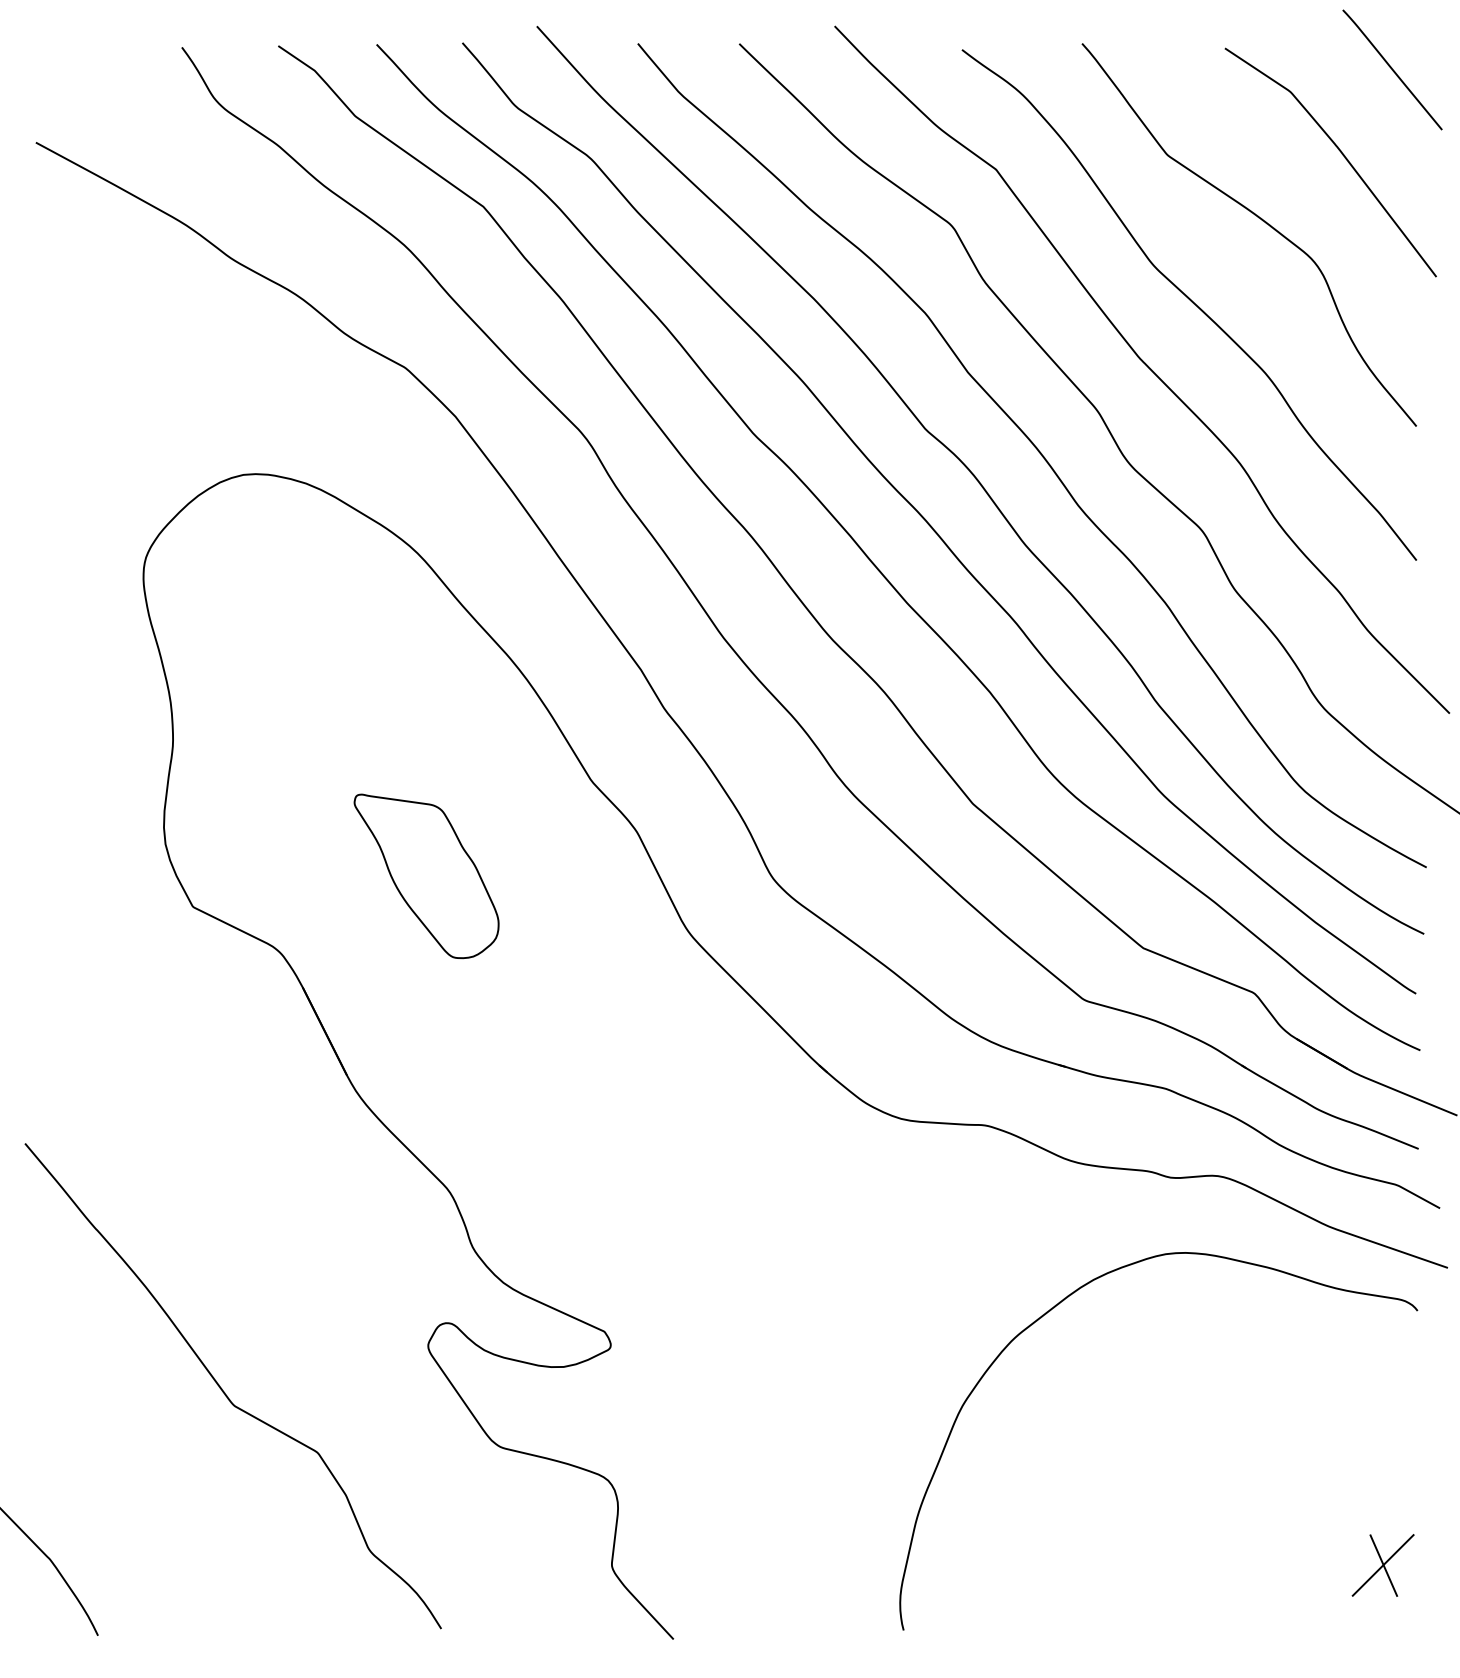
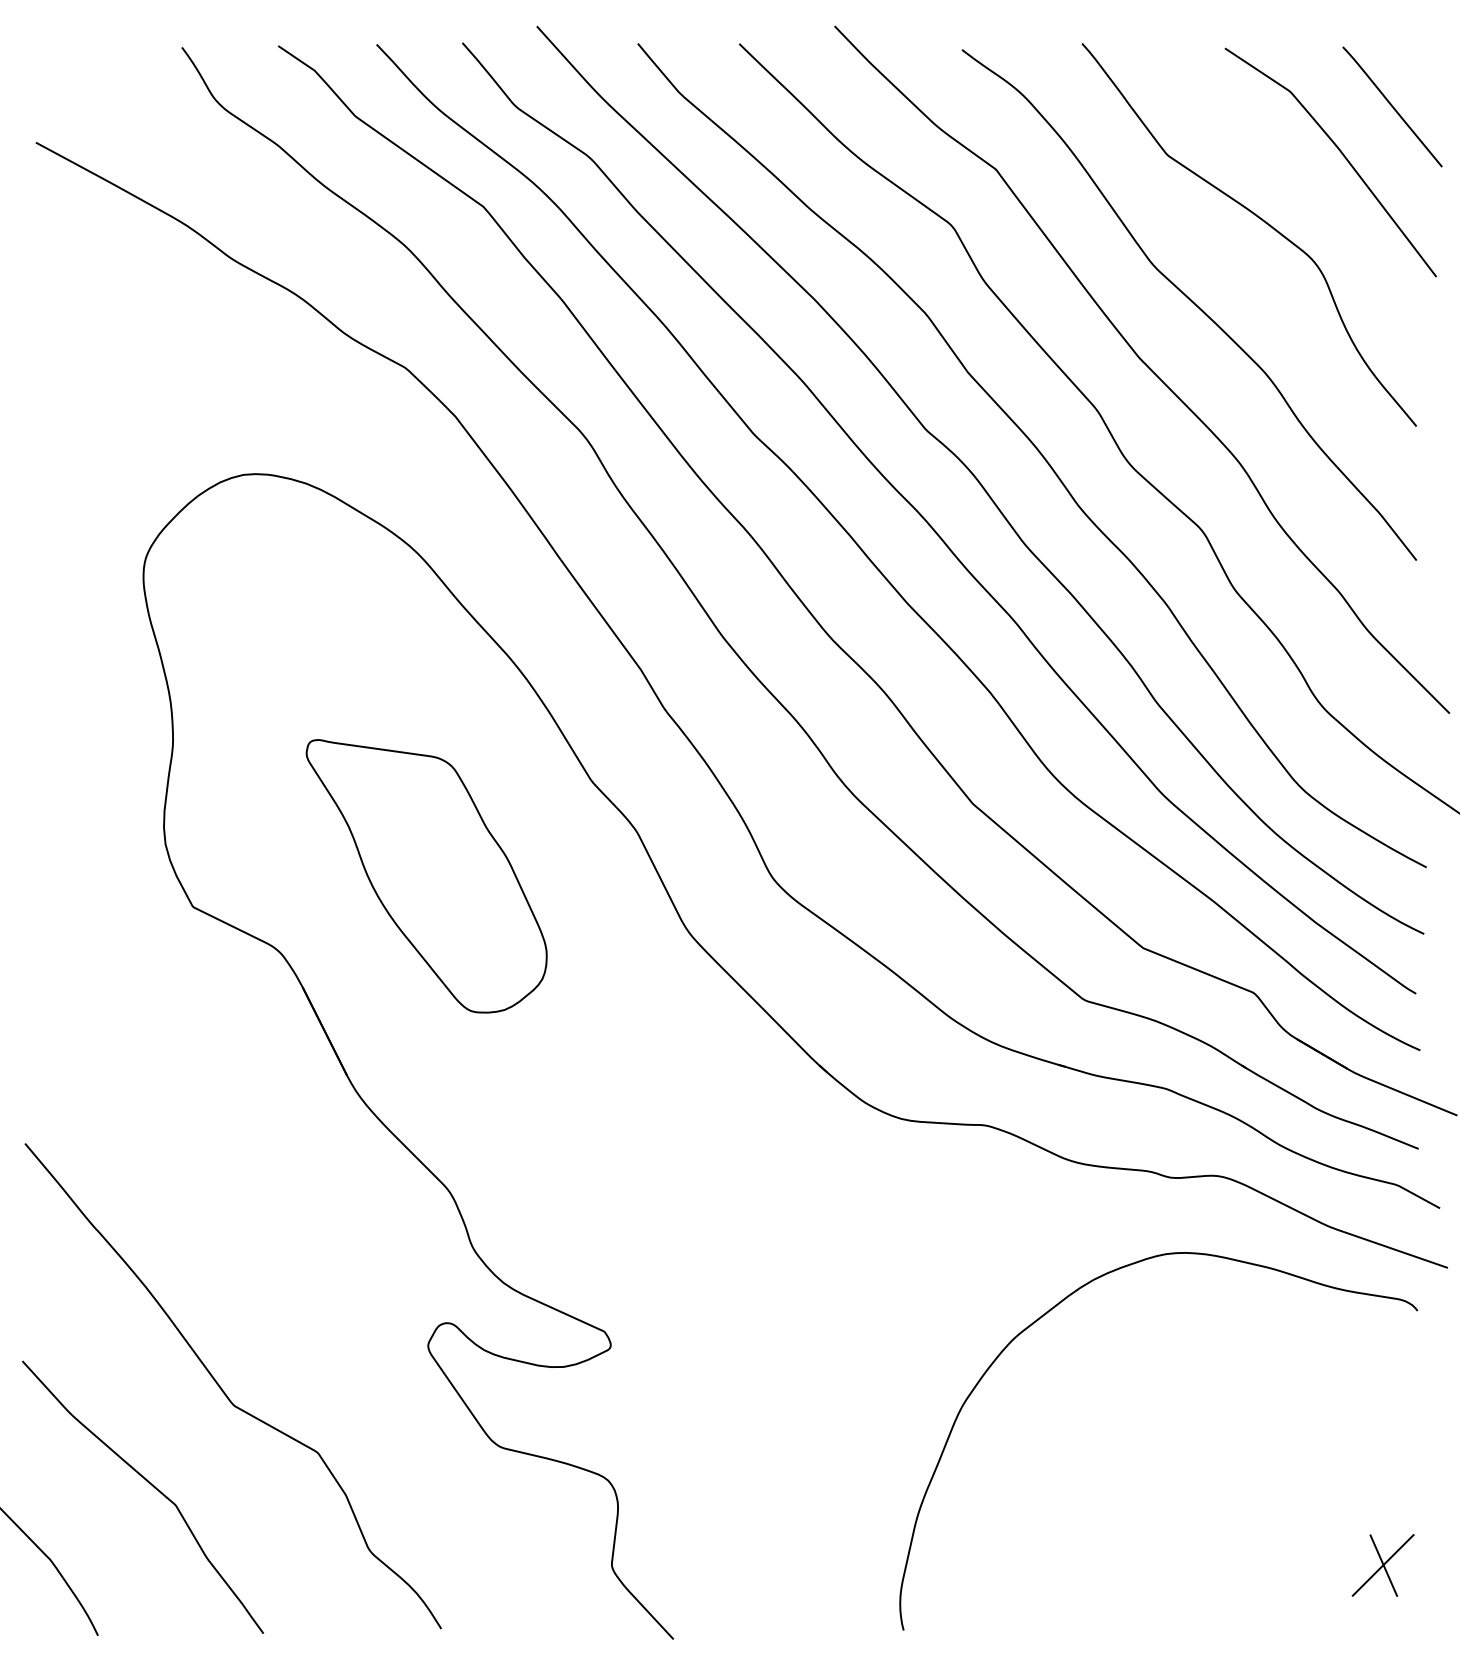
line at (1392, 69) position: (1392, 69) -> (1392, 106)
part at (426, 876) size: 147x167 px -> 243x275 px
curve at (152, 1486): none -> present
